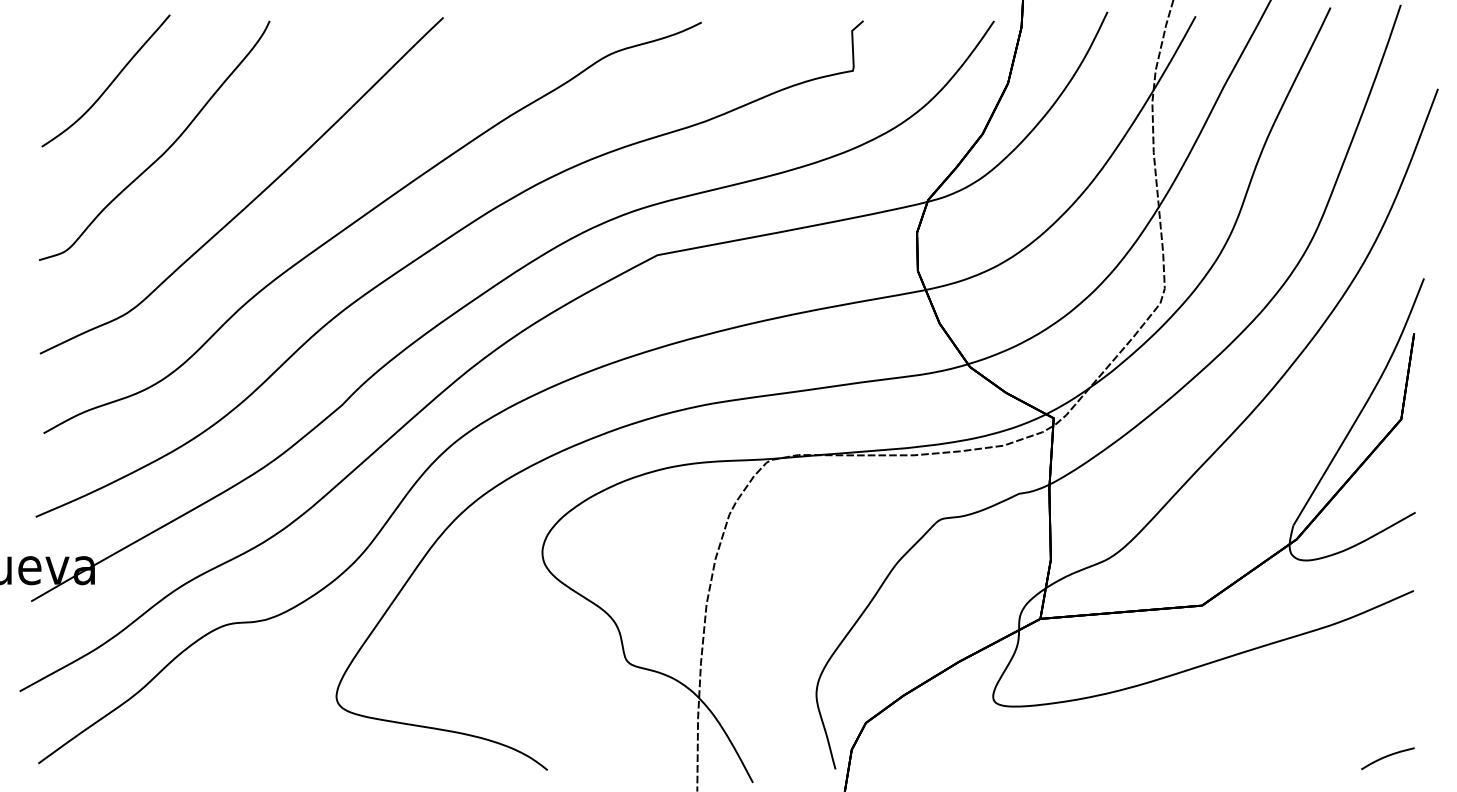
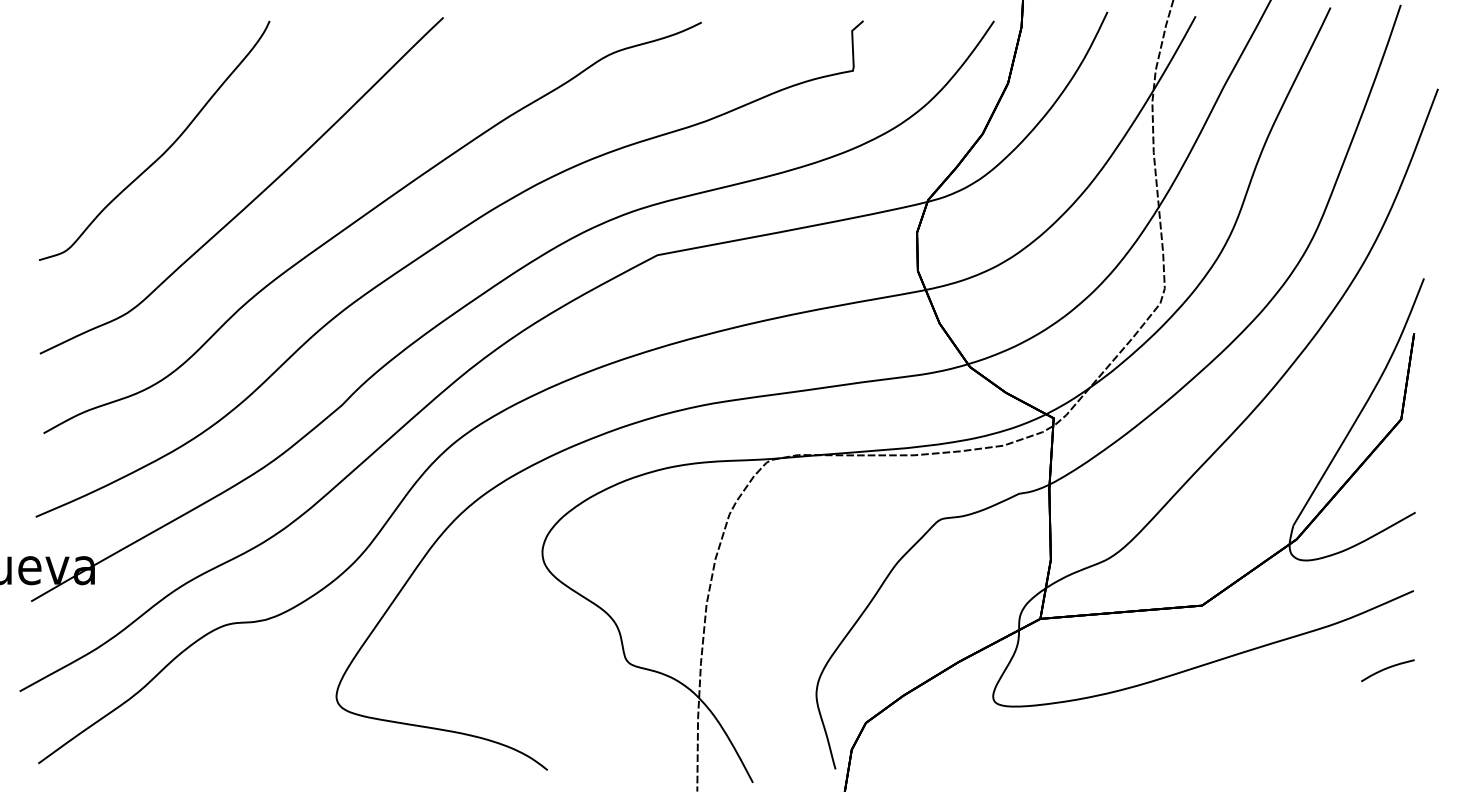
curve at (109, 84): present -> none
curve at (1387, 757) position: (1387, 757) -> (1387, 669)
